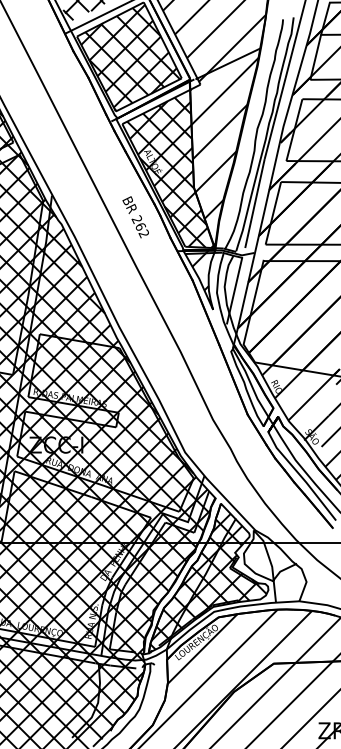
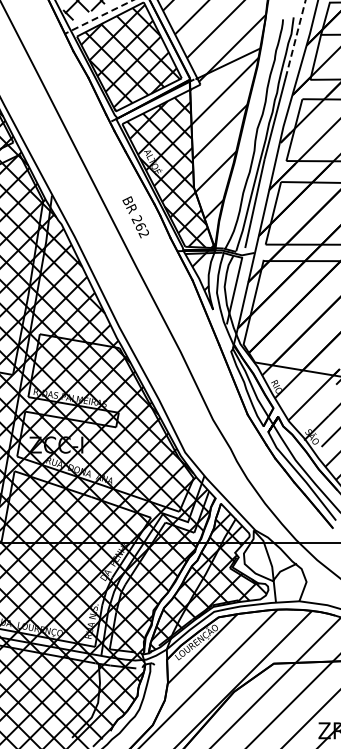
line at (98, 17): solid -> dashed
line at (295, 39): solid -> dashed
